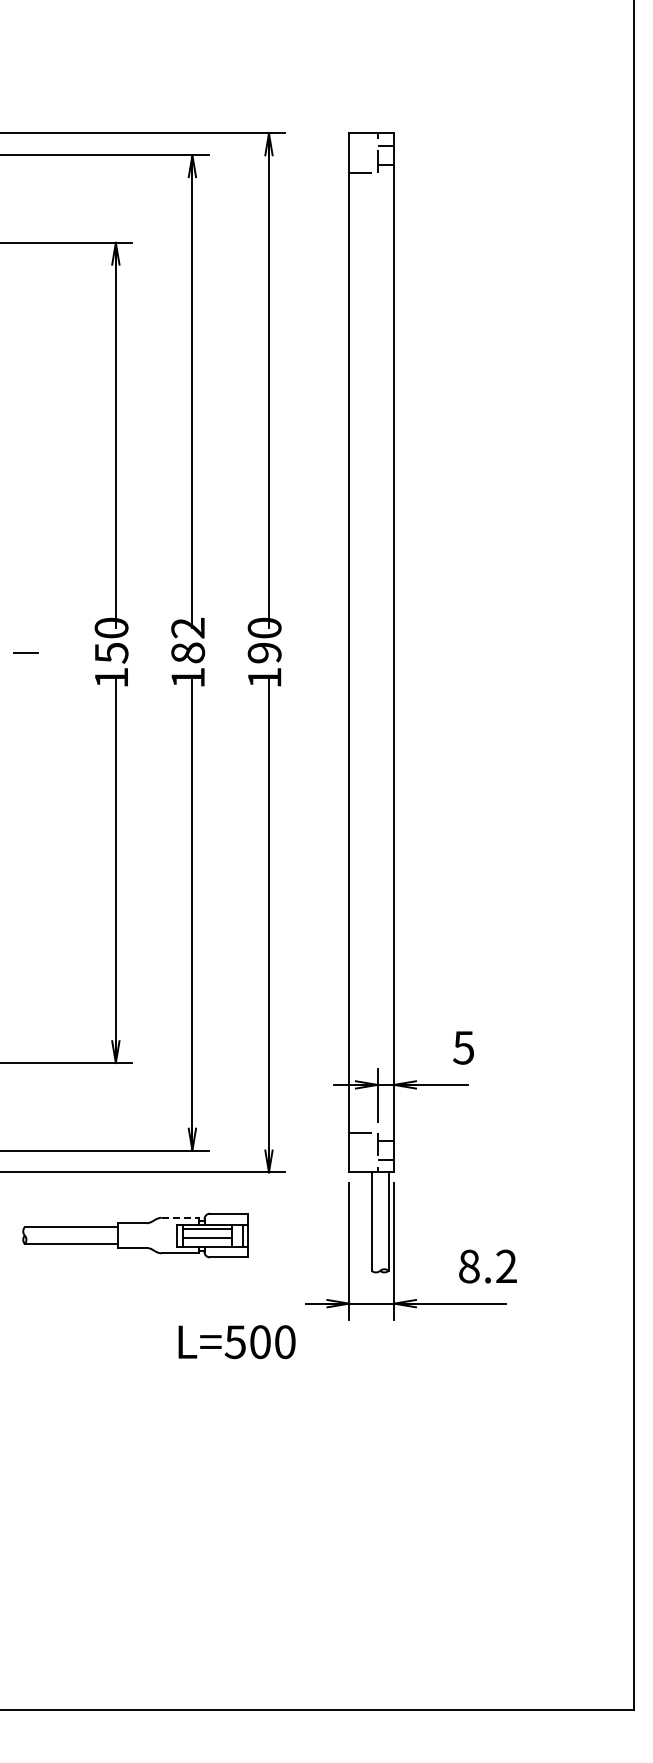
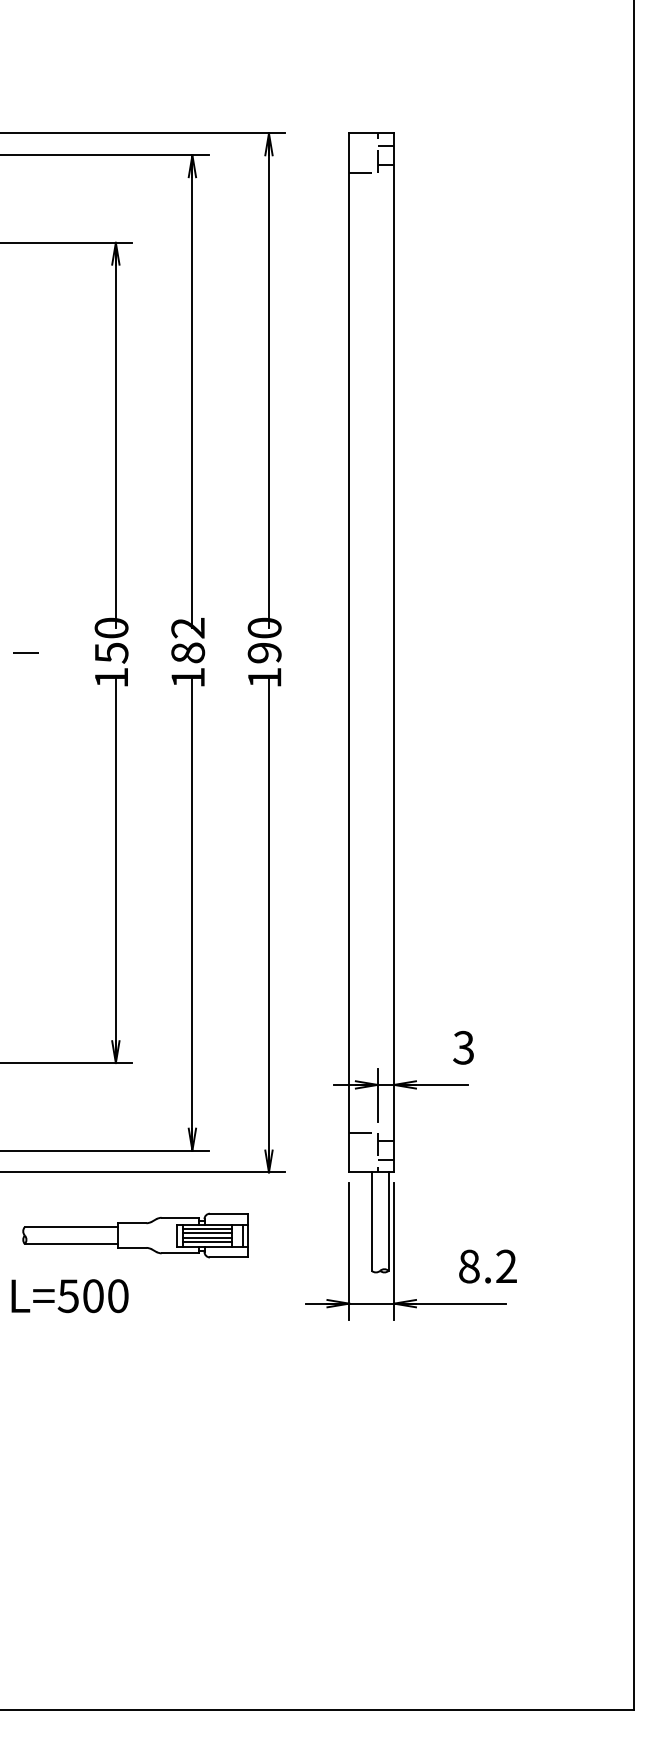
text at (463, 1047): 5 -> 3
line at (180, 1217): dashed -> solid
line at (206, 1233): none -> present
line at (206, 1242): none -> present
text at (236, 1342) position: (236, 1342) -> (69, 1296)
